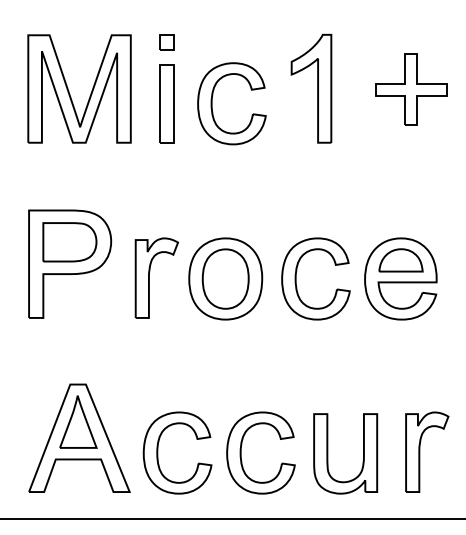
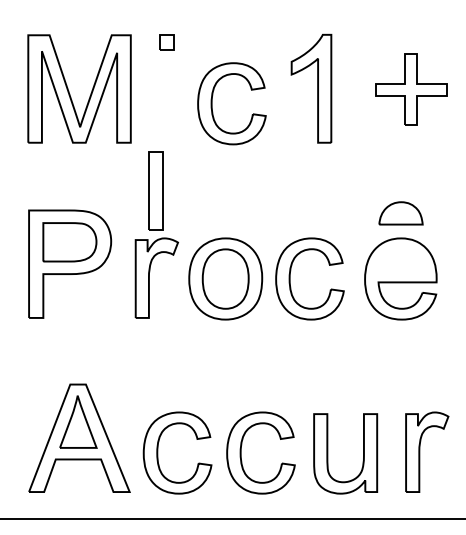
part at (166, 103) position: (166, 103) -> (155, 190)
part at (400, 260) position: (400, 260) -> (400, 213)
part at (296, 278) position: (296, 278) -> (290, 278)
